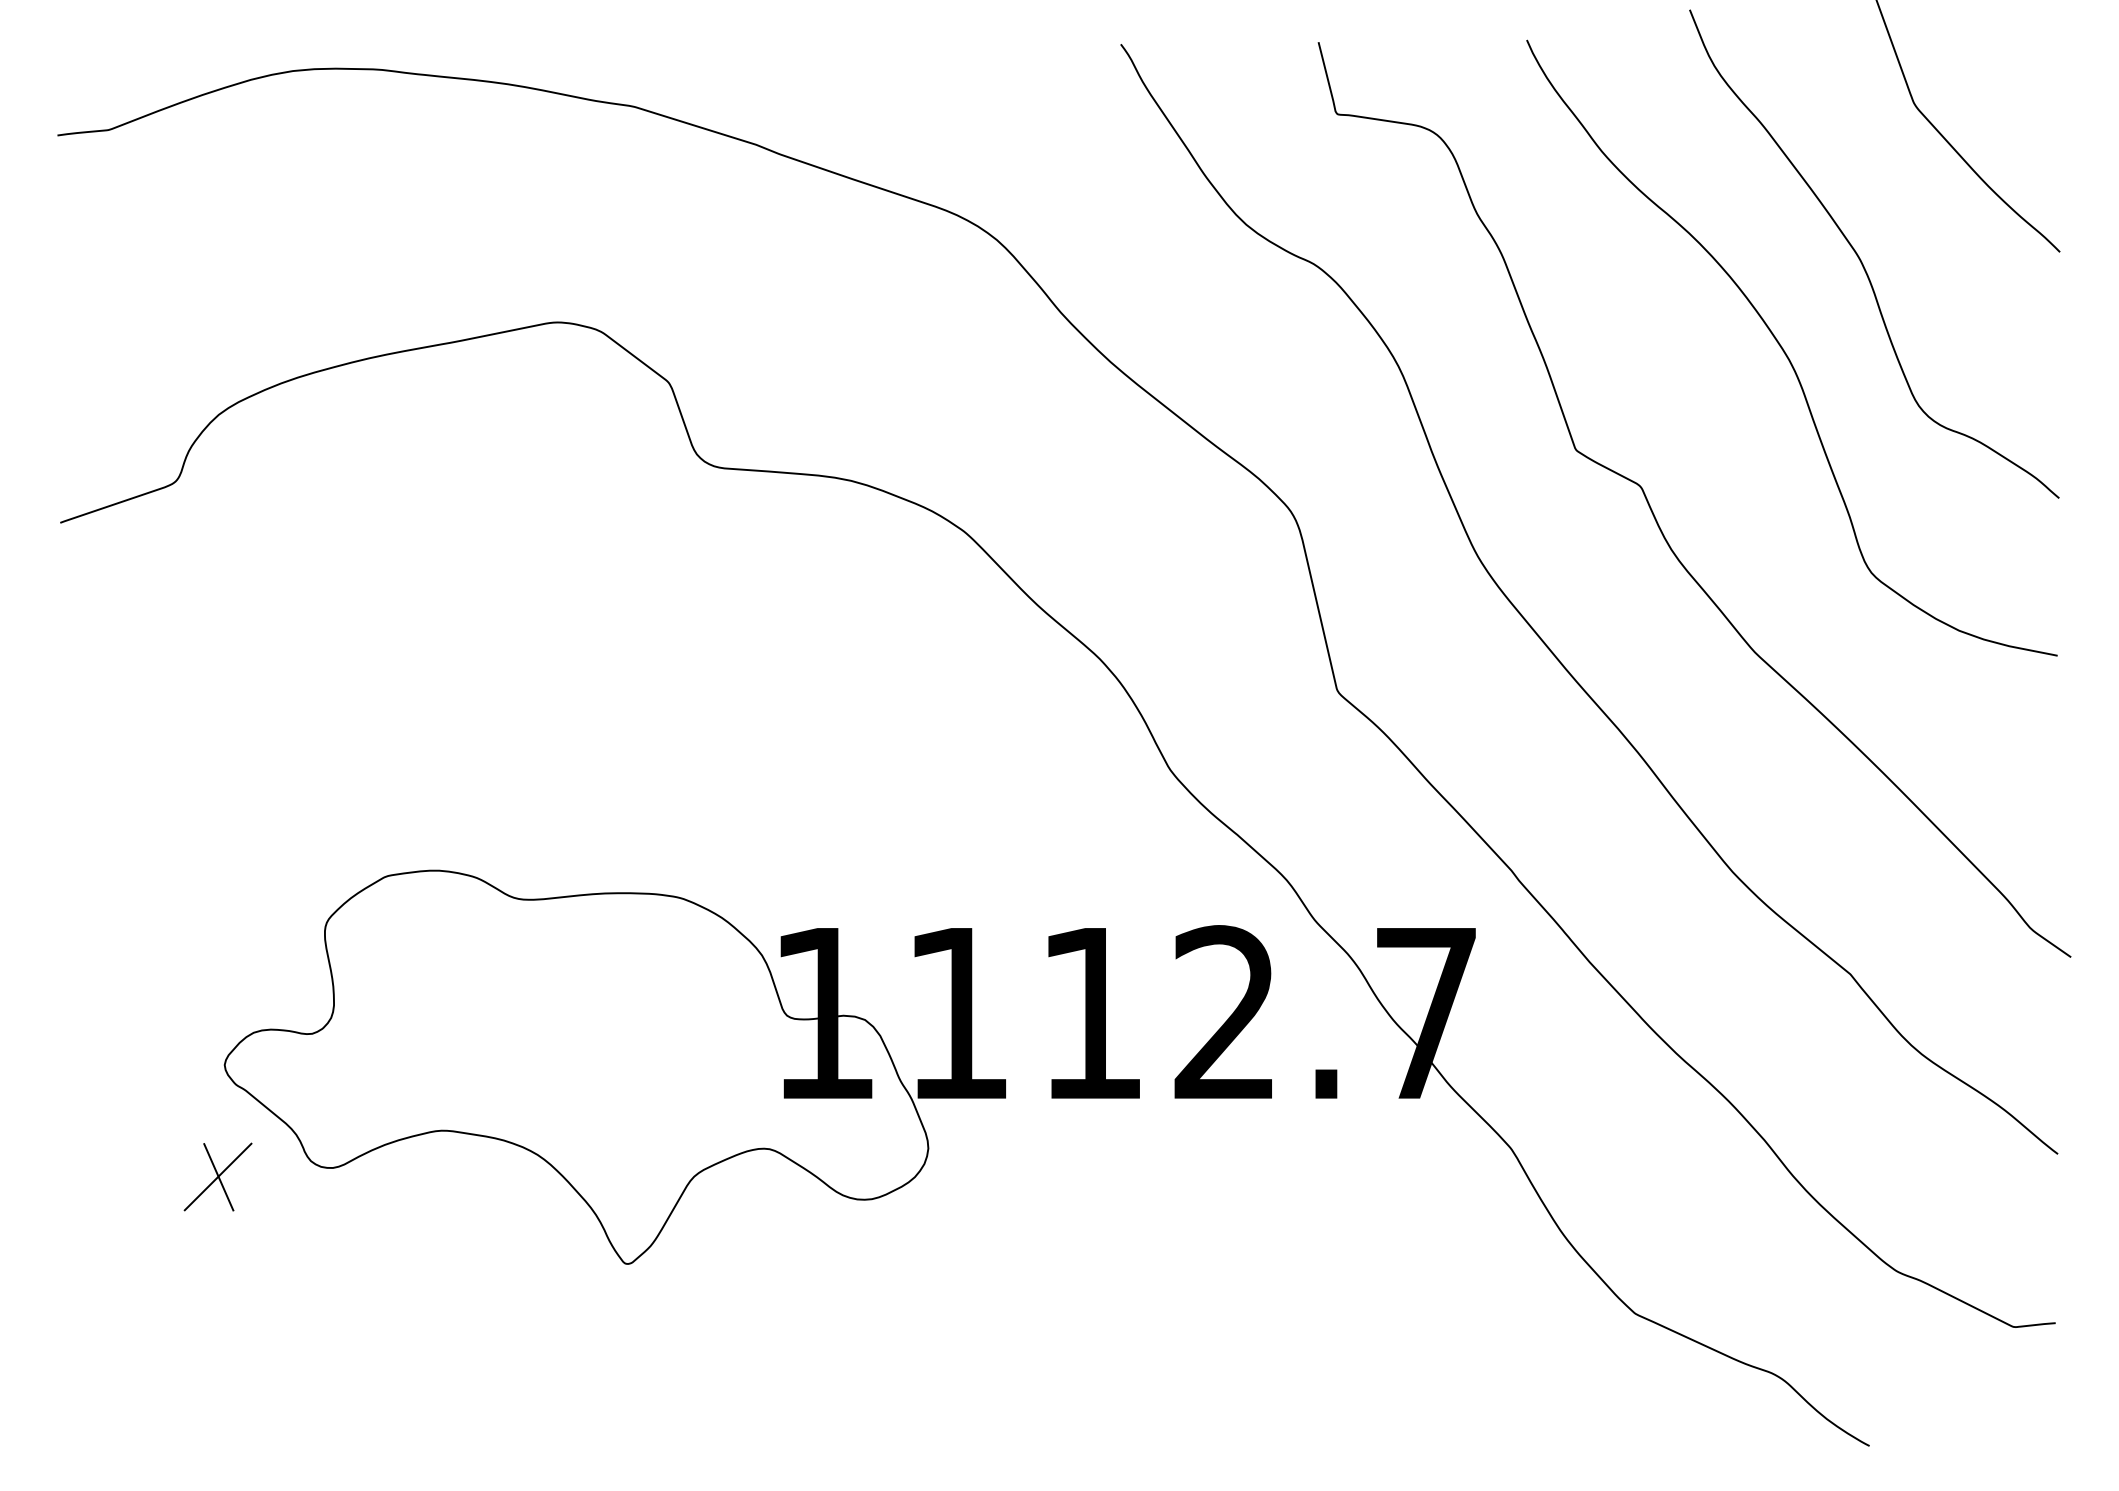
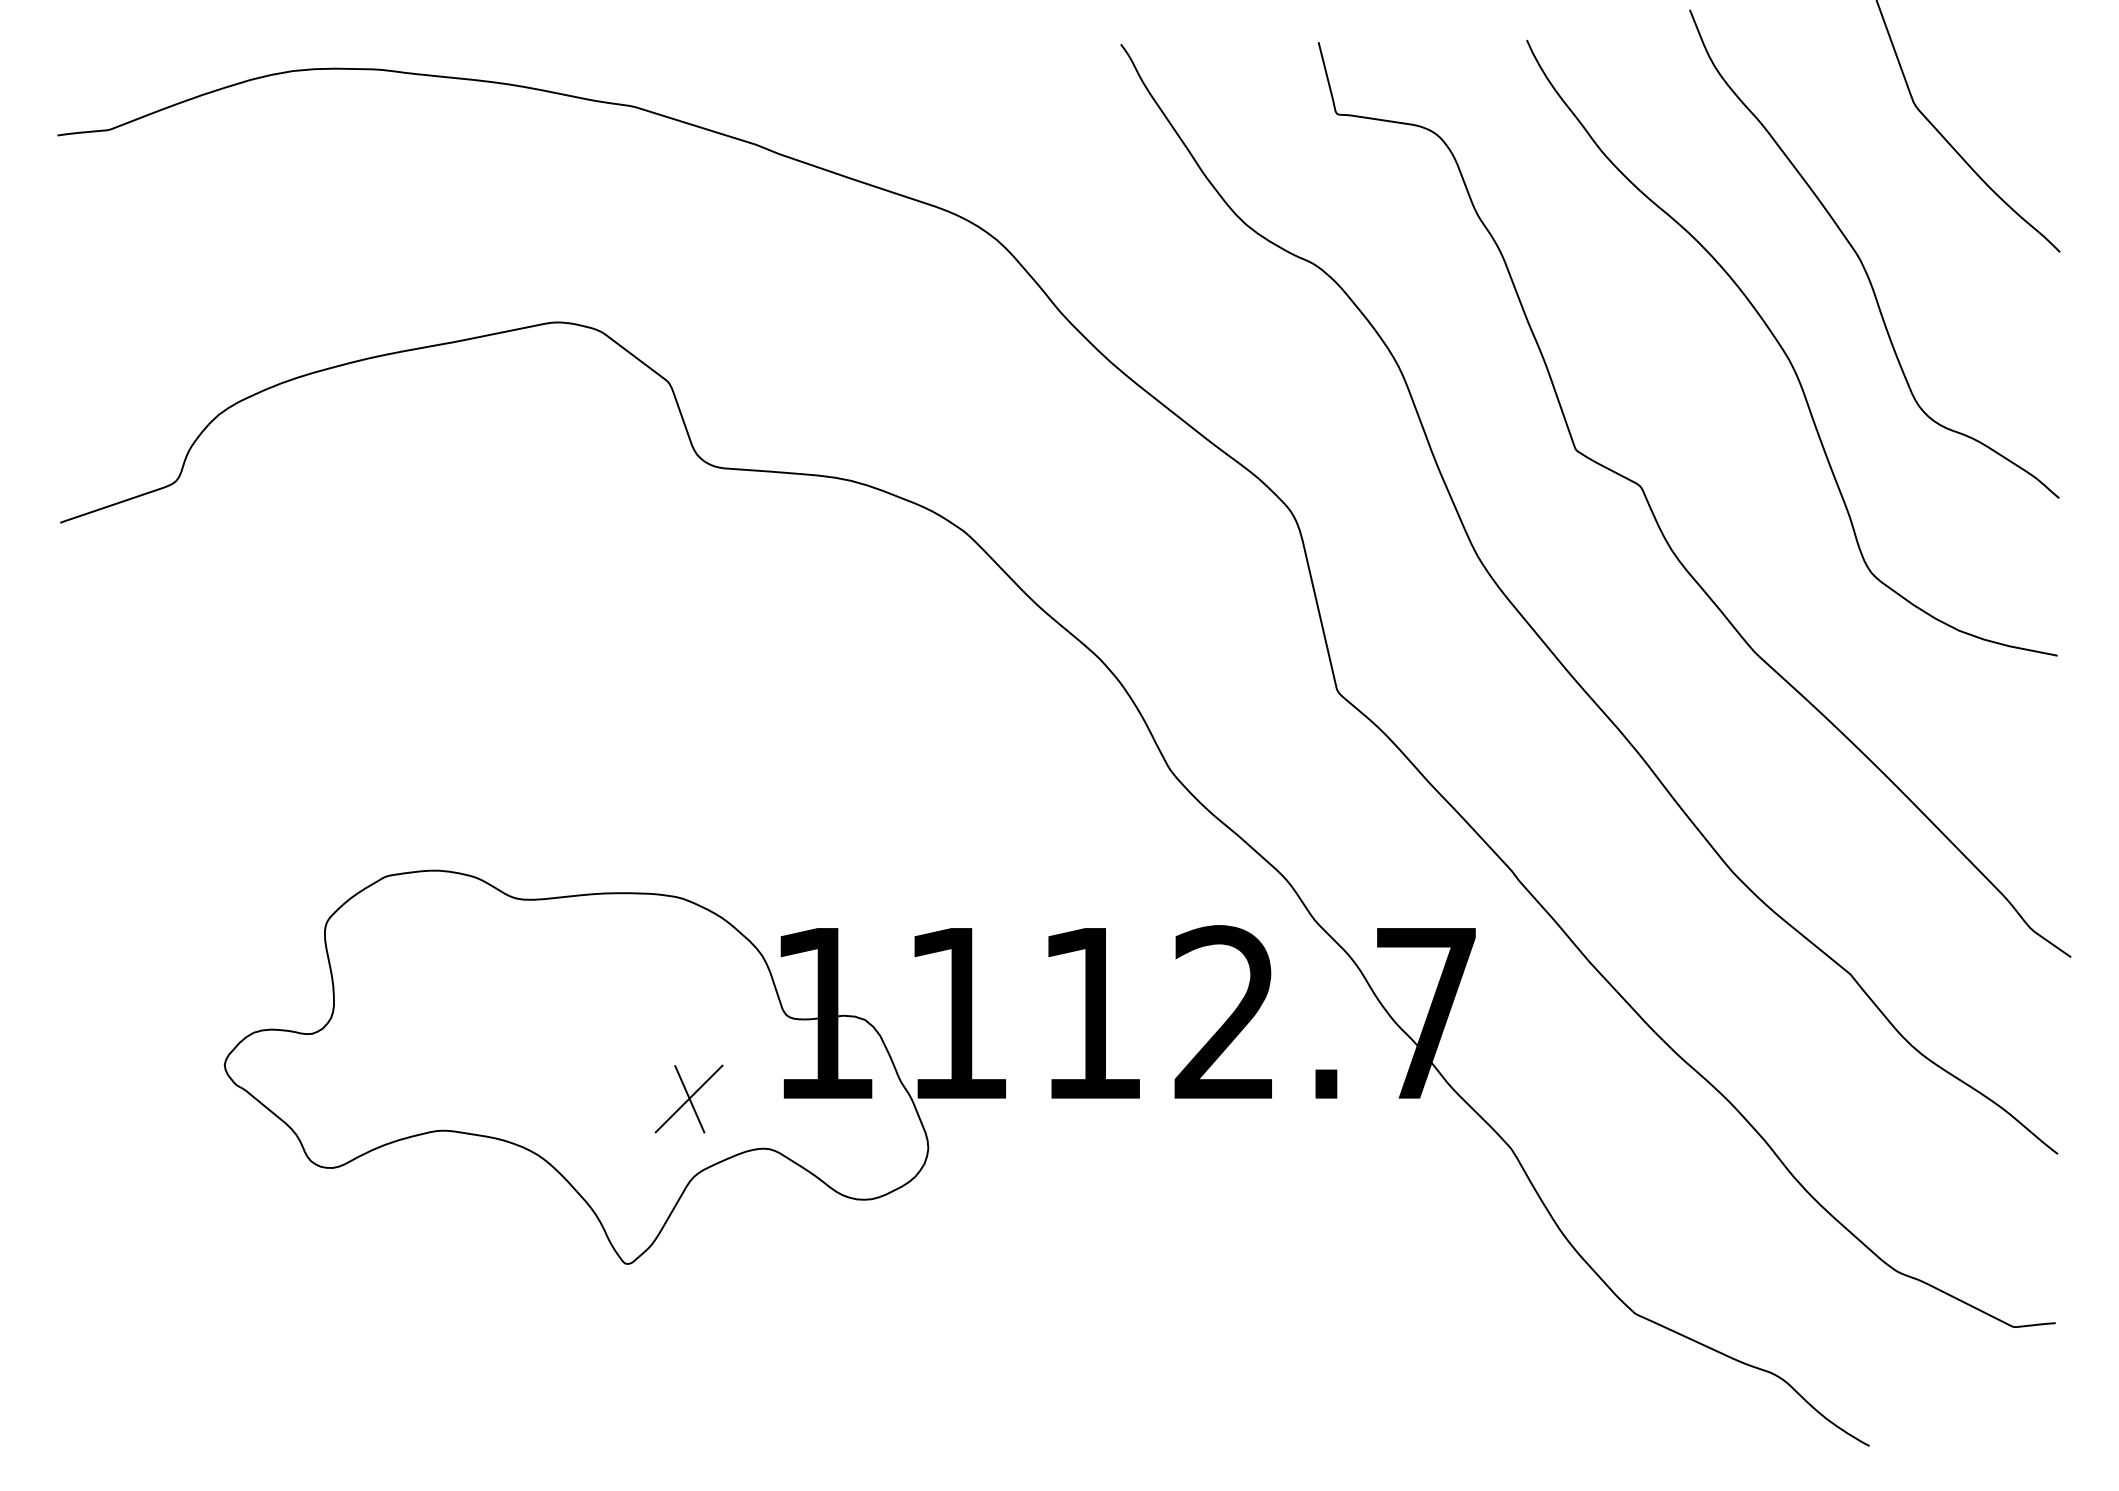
part at (217, 1176) position: (217, 1176) -> (688, 1098)
